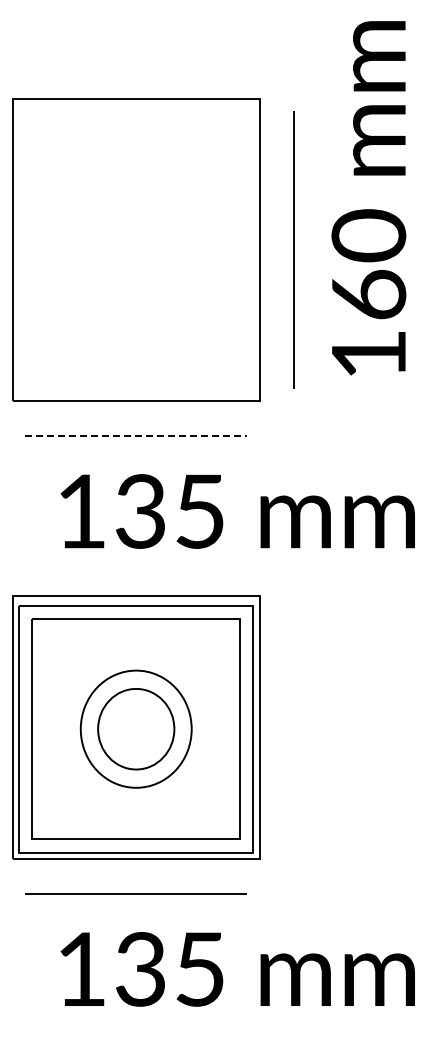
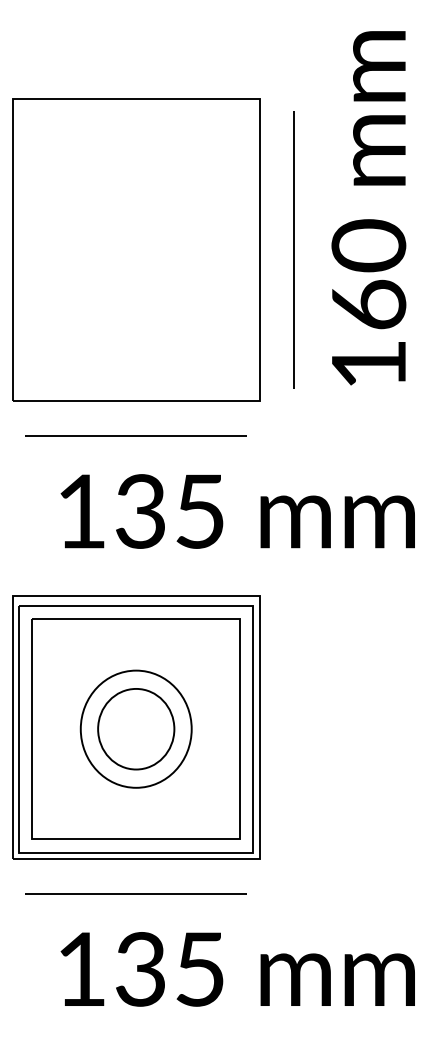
text at (368, 198) position: (368, 198) -> (368, 208)
line at (136, 436): dashed -> solid
